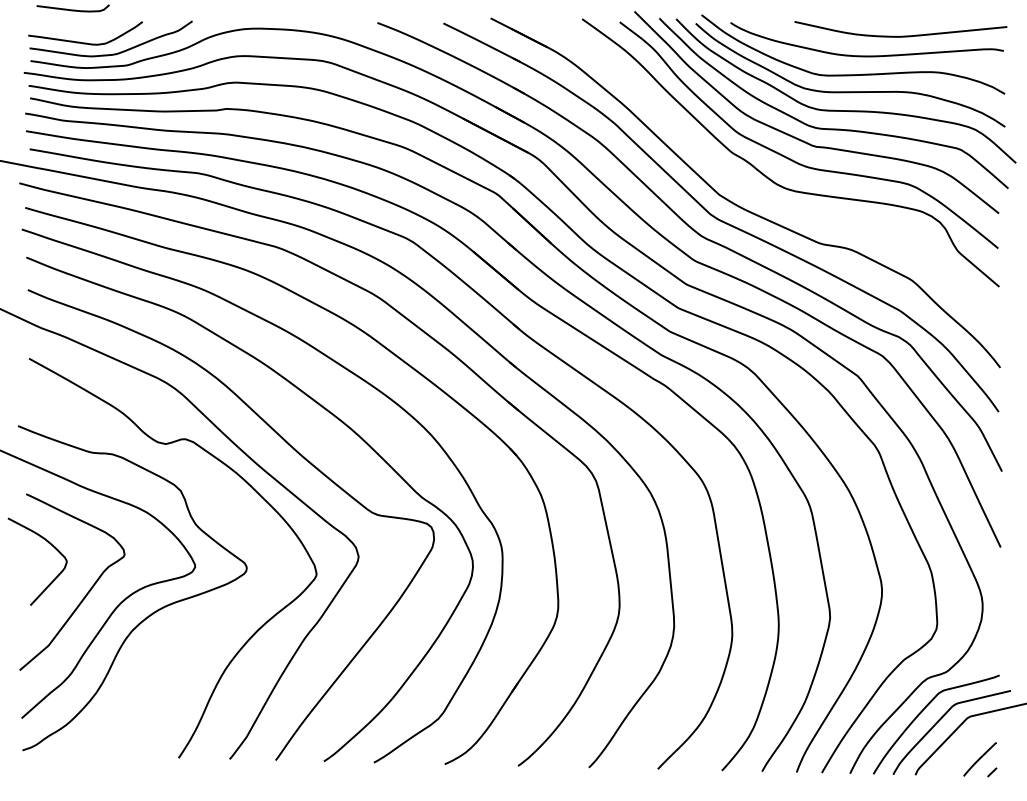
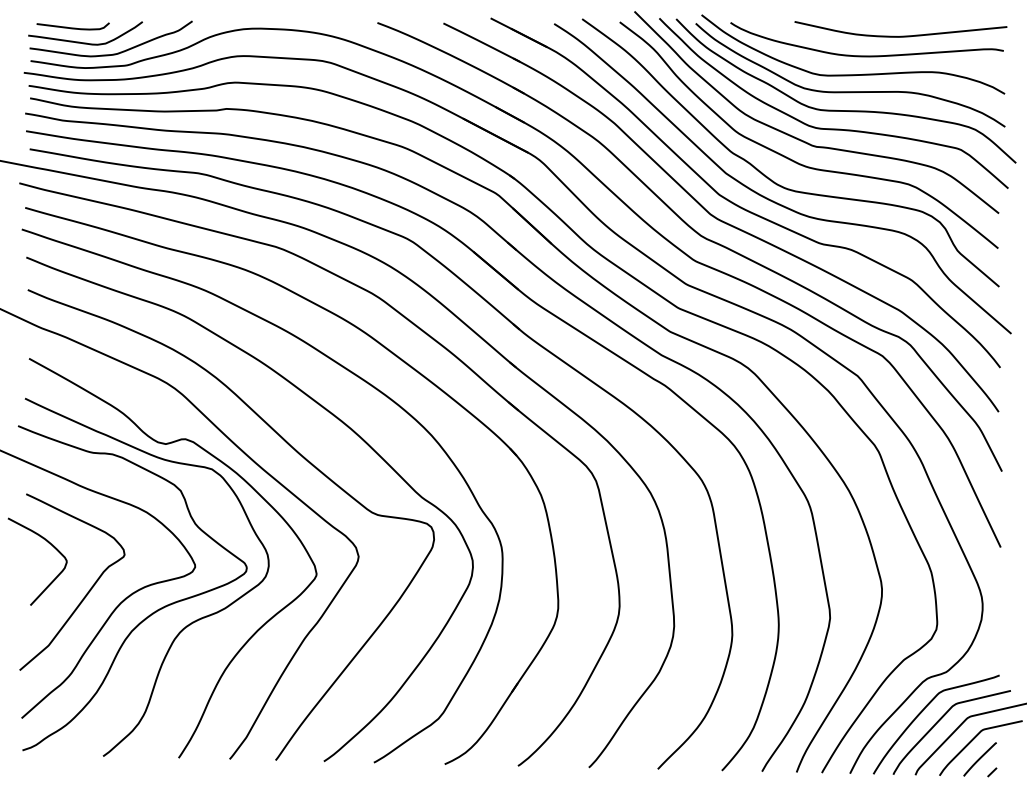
curve at (72, 9) position: (72, 9) -> (72, 27)
curve at (771, 199): none -> present
curve at (182, 628): none -> present
curve at (973, 740): none -> present
